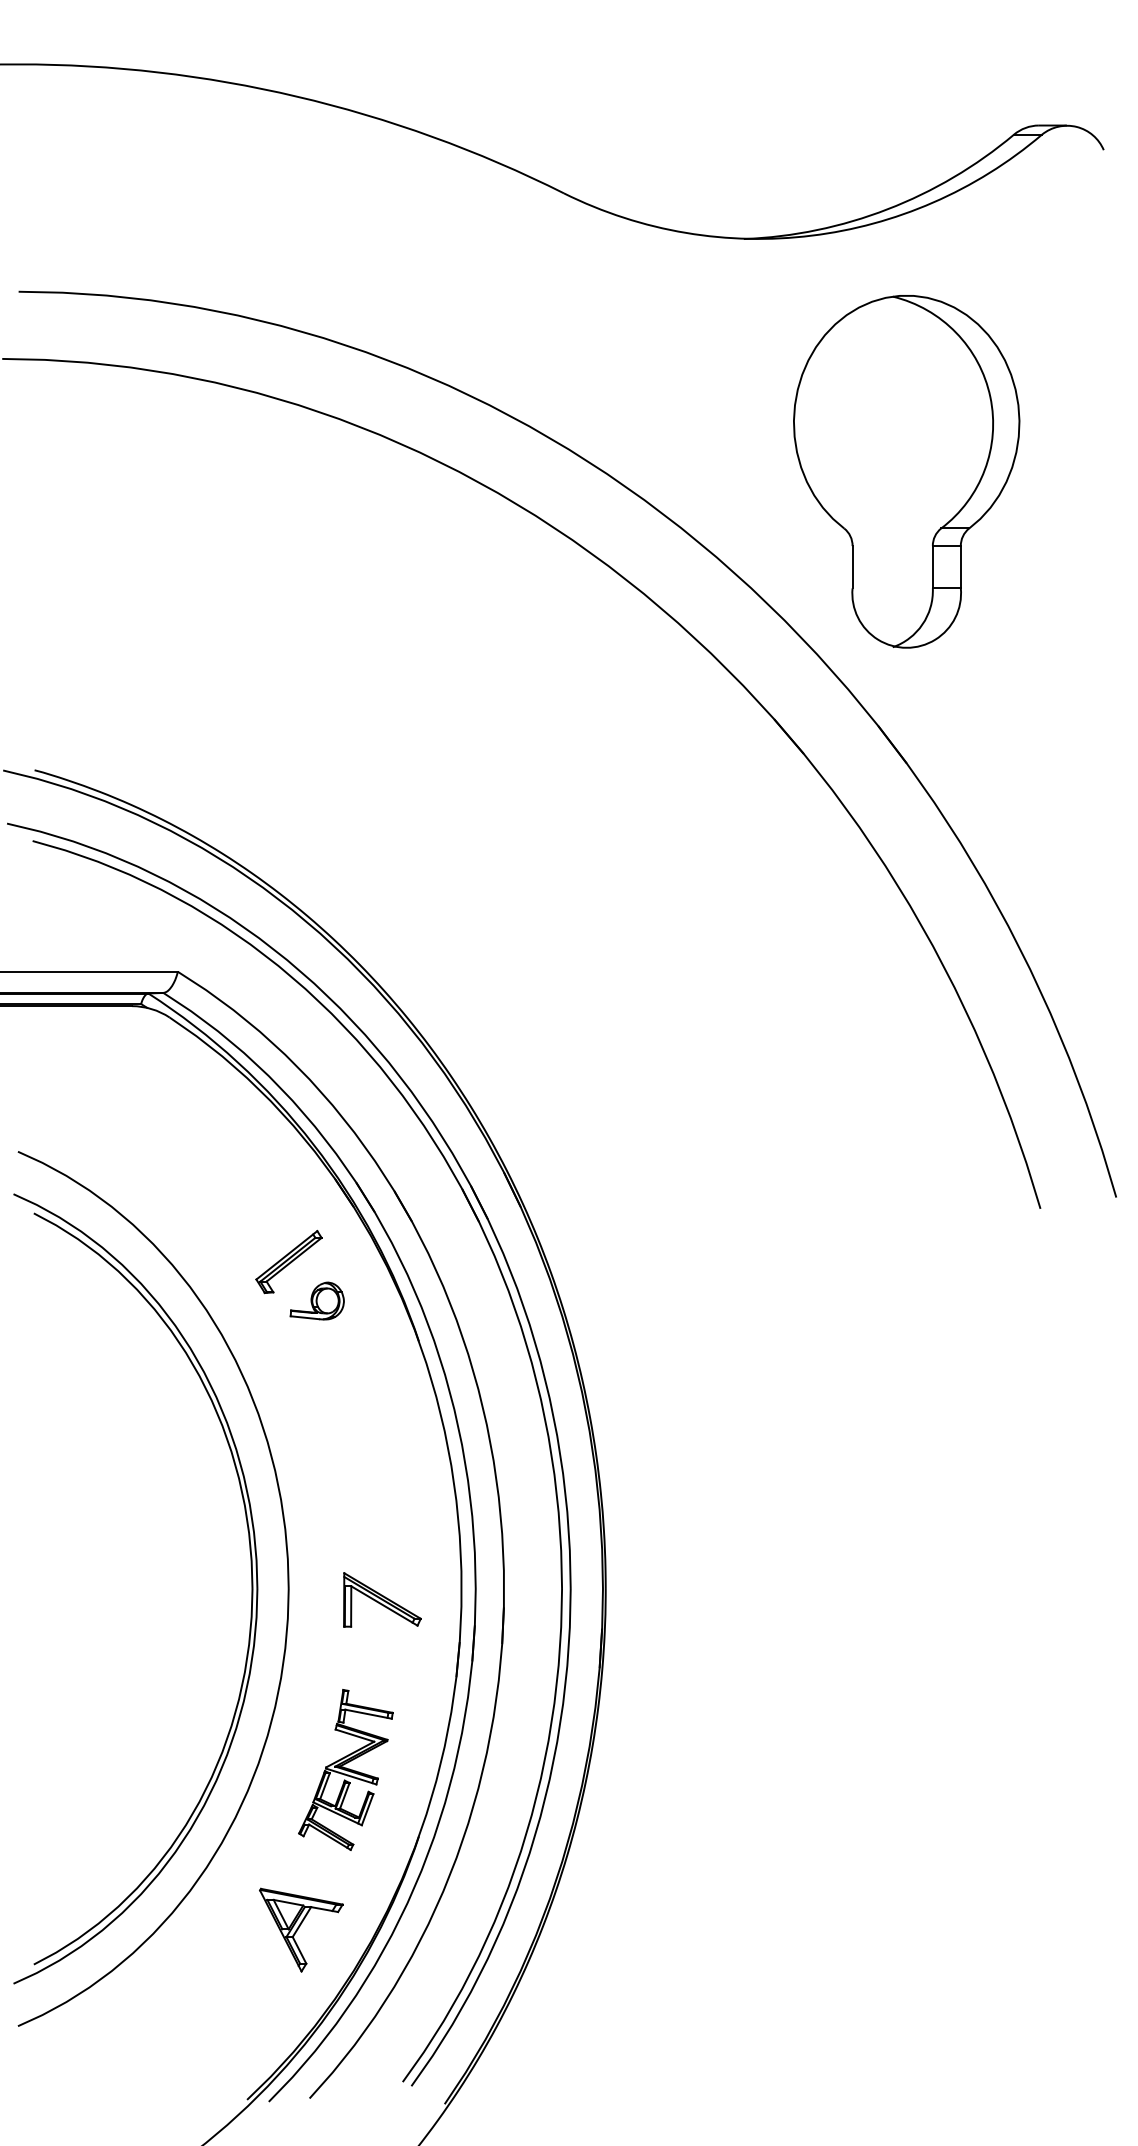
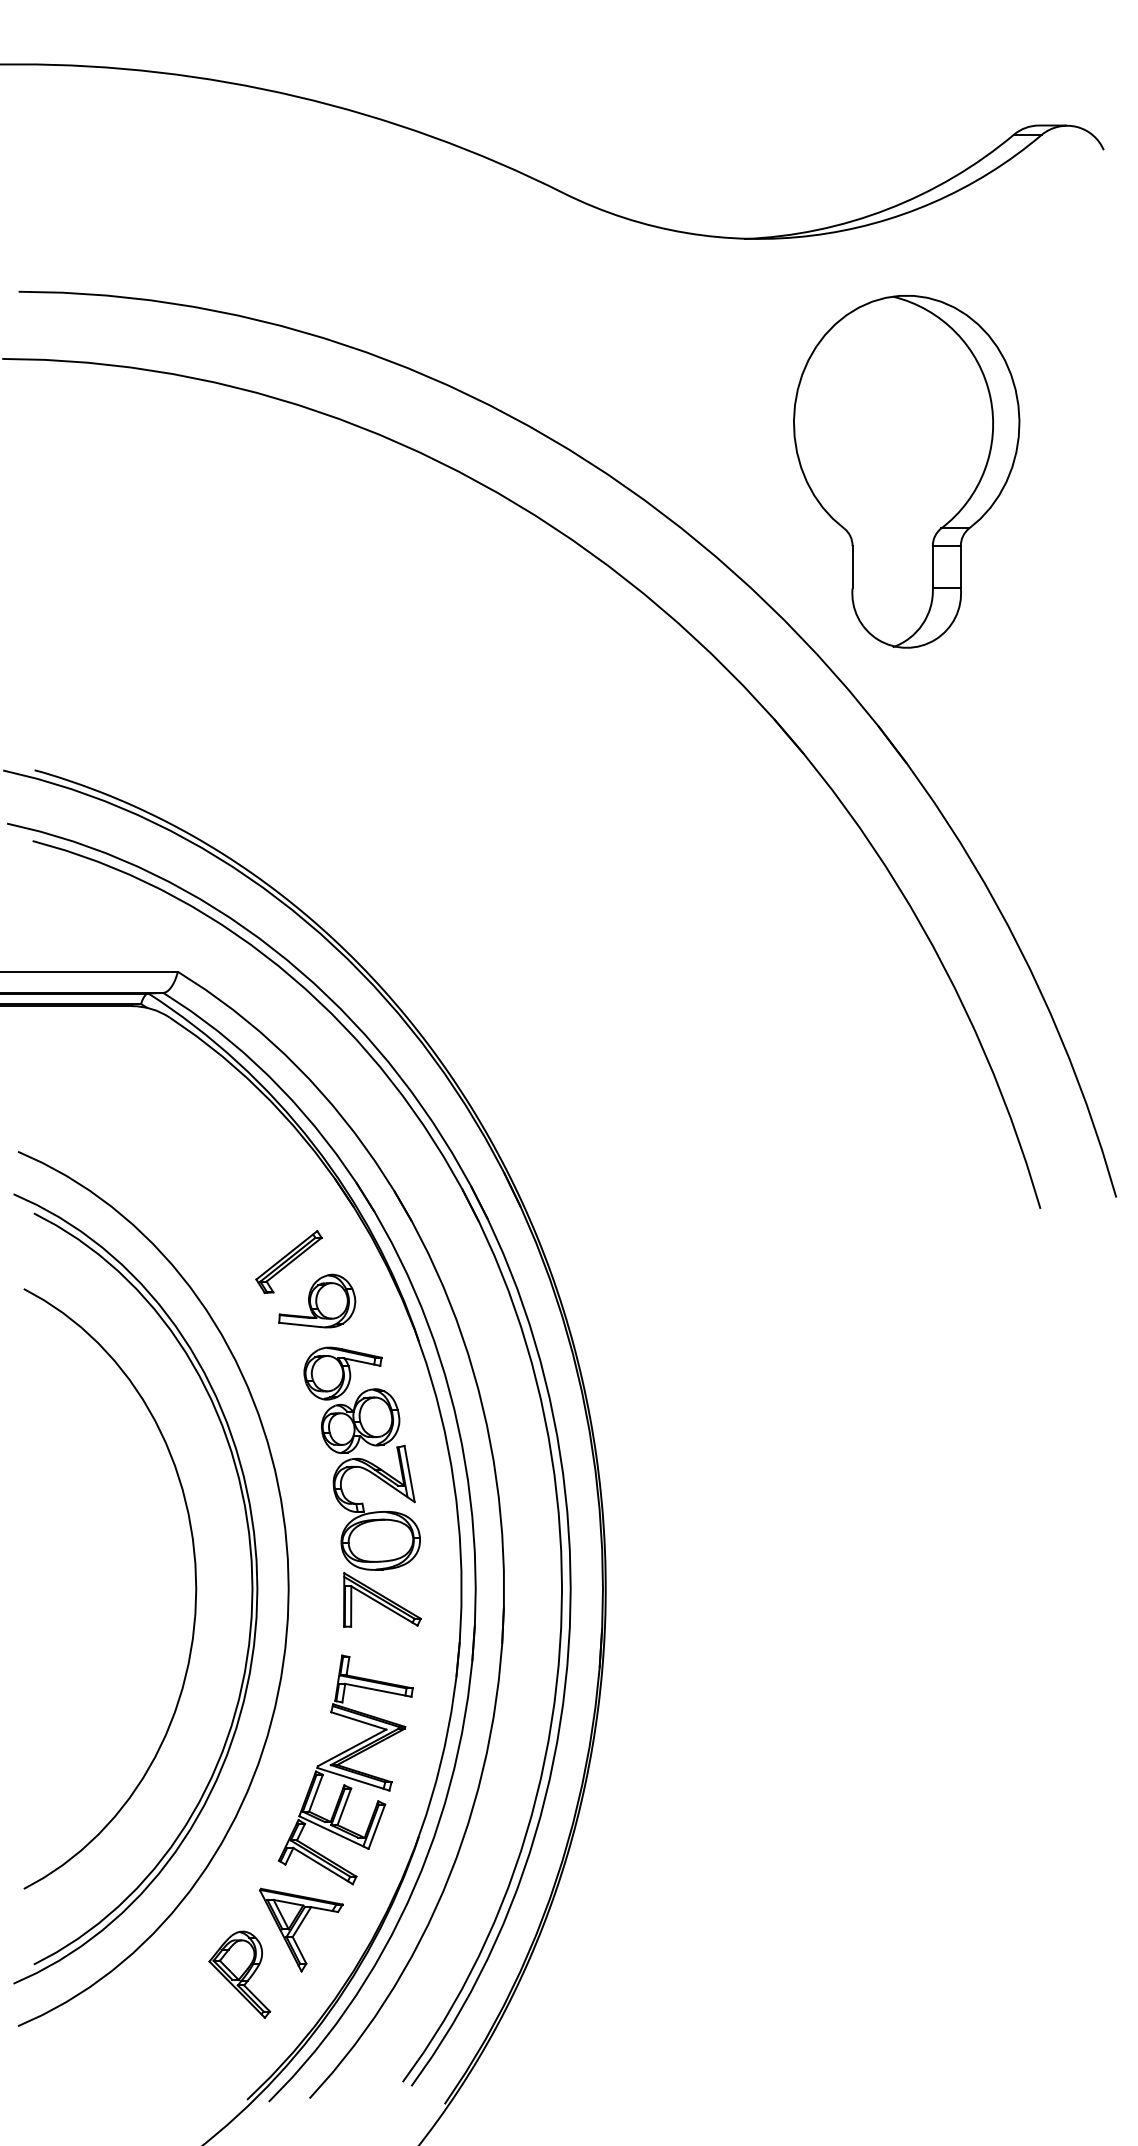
part at (316, 1300) size: 56x40 px -> 79x56 px
part at (361, 1458): none -> present
part at (194, 1575): none -> present
part at (345, 1769) size: 96x162 px -> 136x232 px
part at (239, 1974): none -> present
